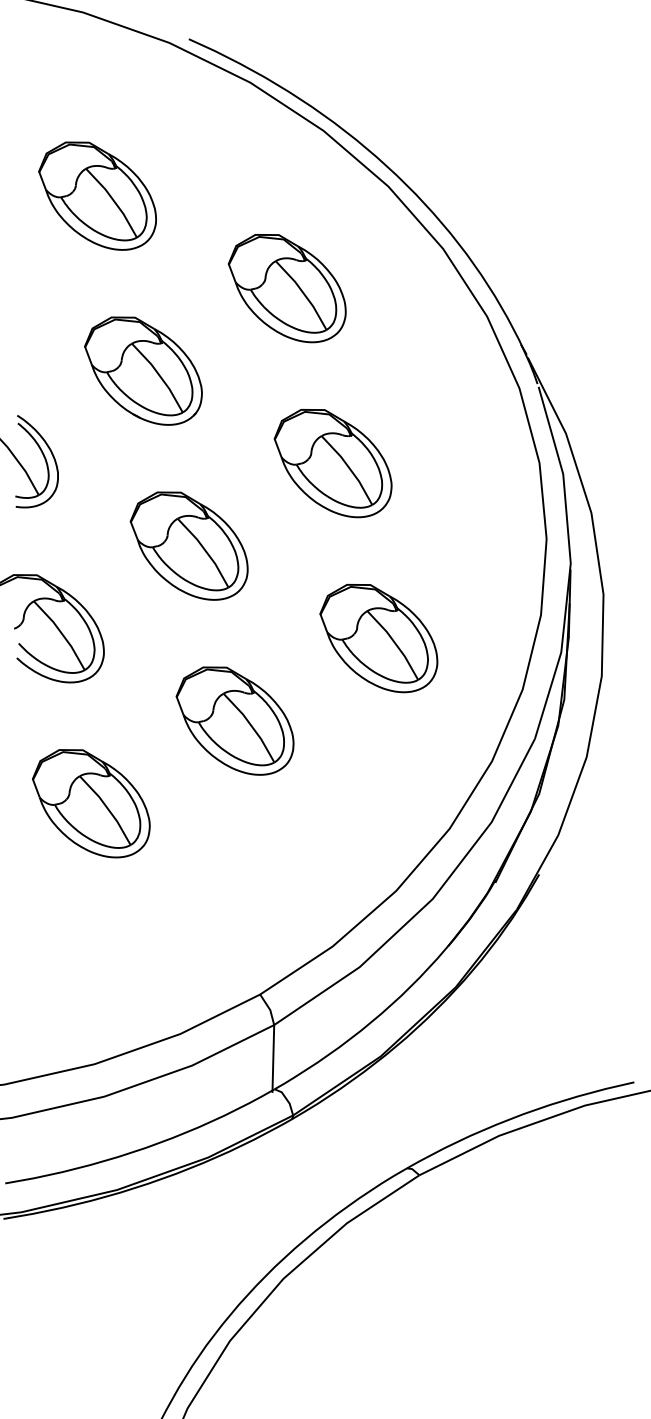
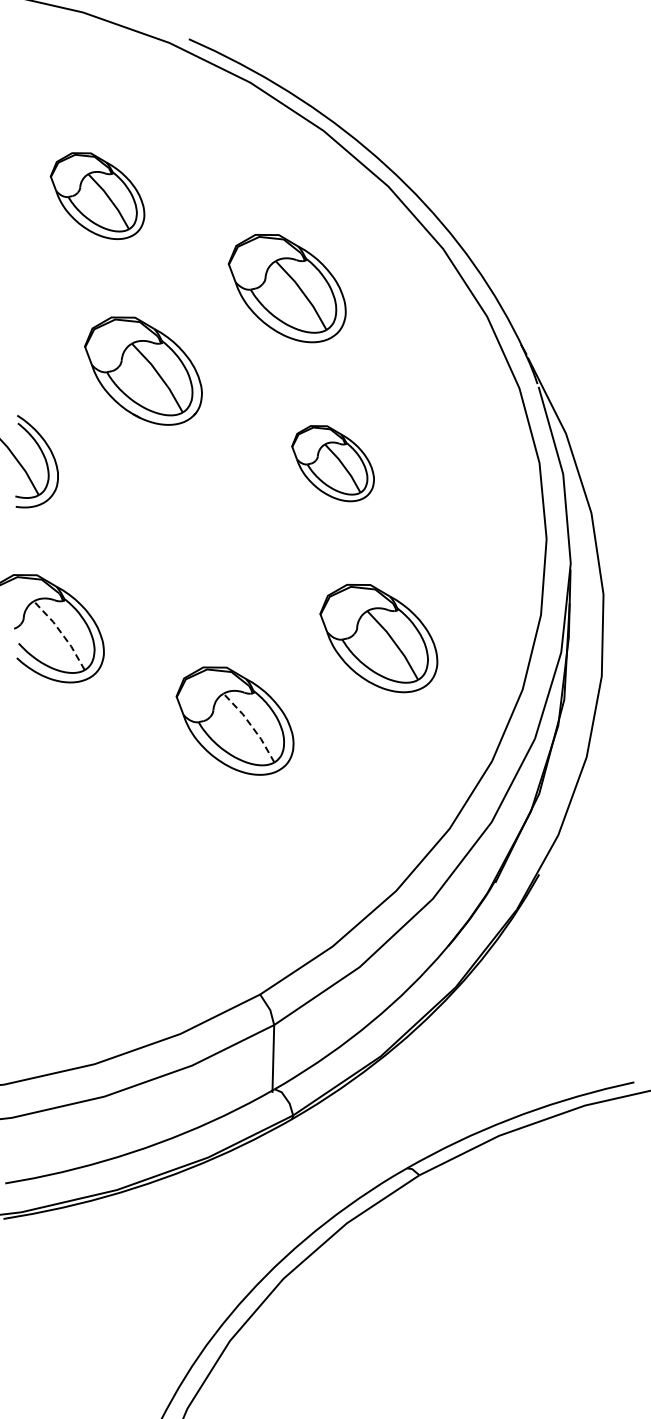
part at (97, 195) size: 119x110 px -> 97x88 px
part at (332, 463) size: 120x110 px -> 84x78 px
part at (188, 545): present -> none
line at (62, 633): solid -> dashed
line at (251, 726): solid -> dashed
part at (91, 803): present -> none
